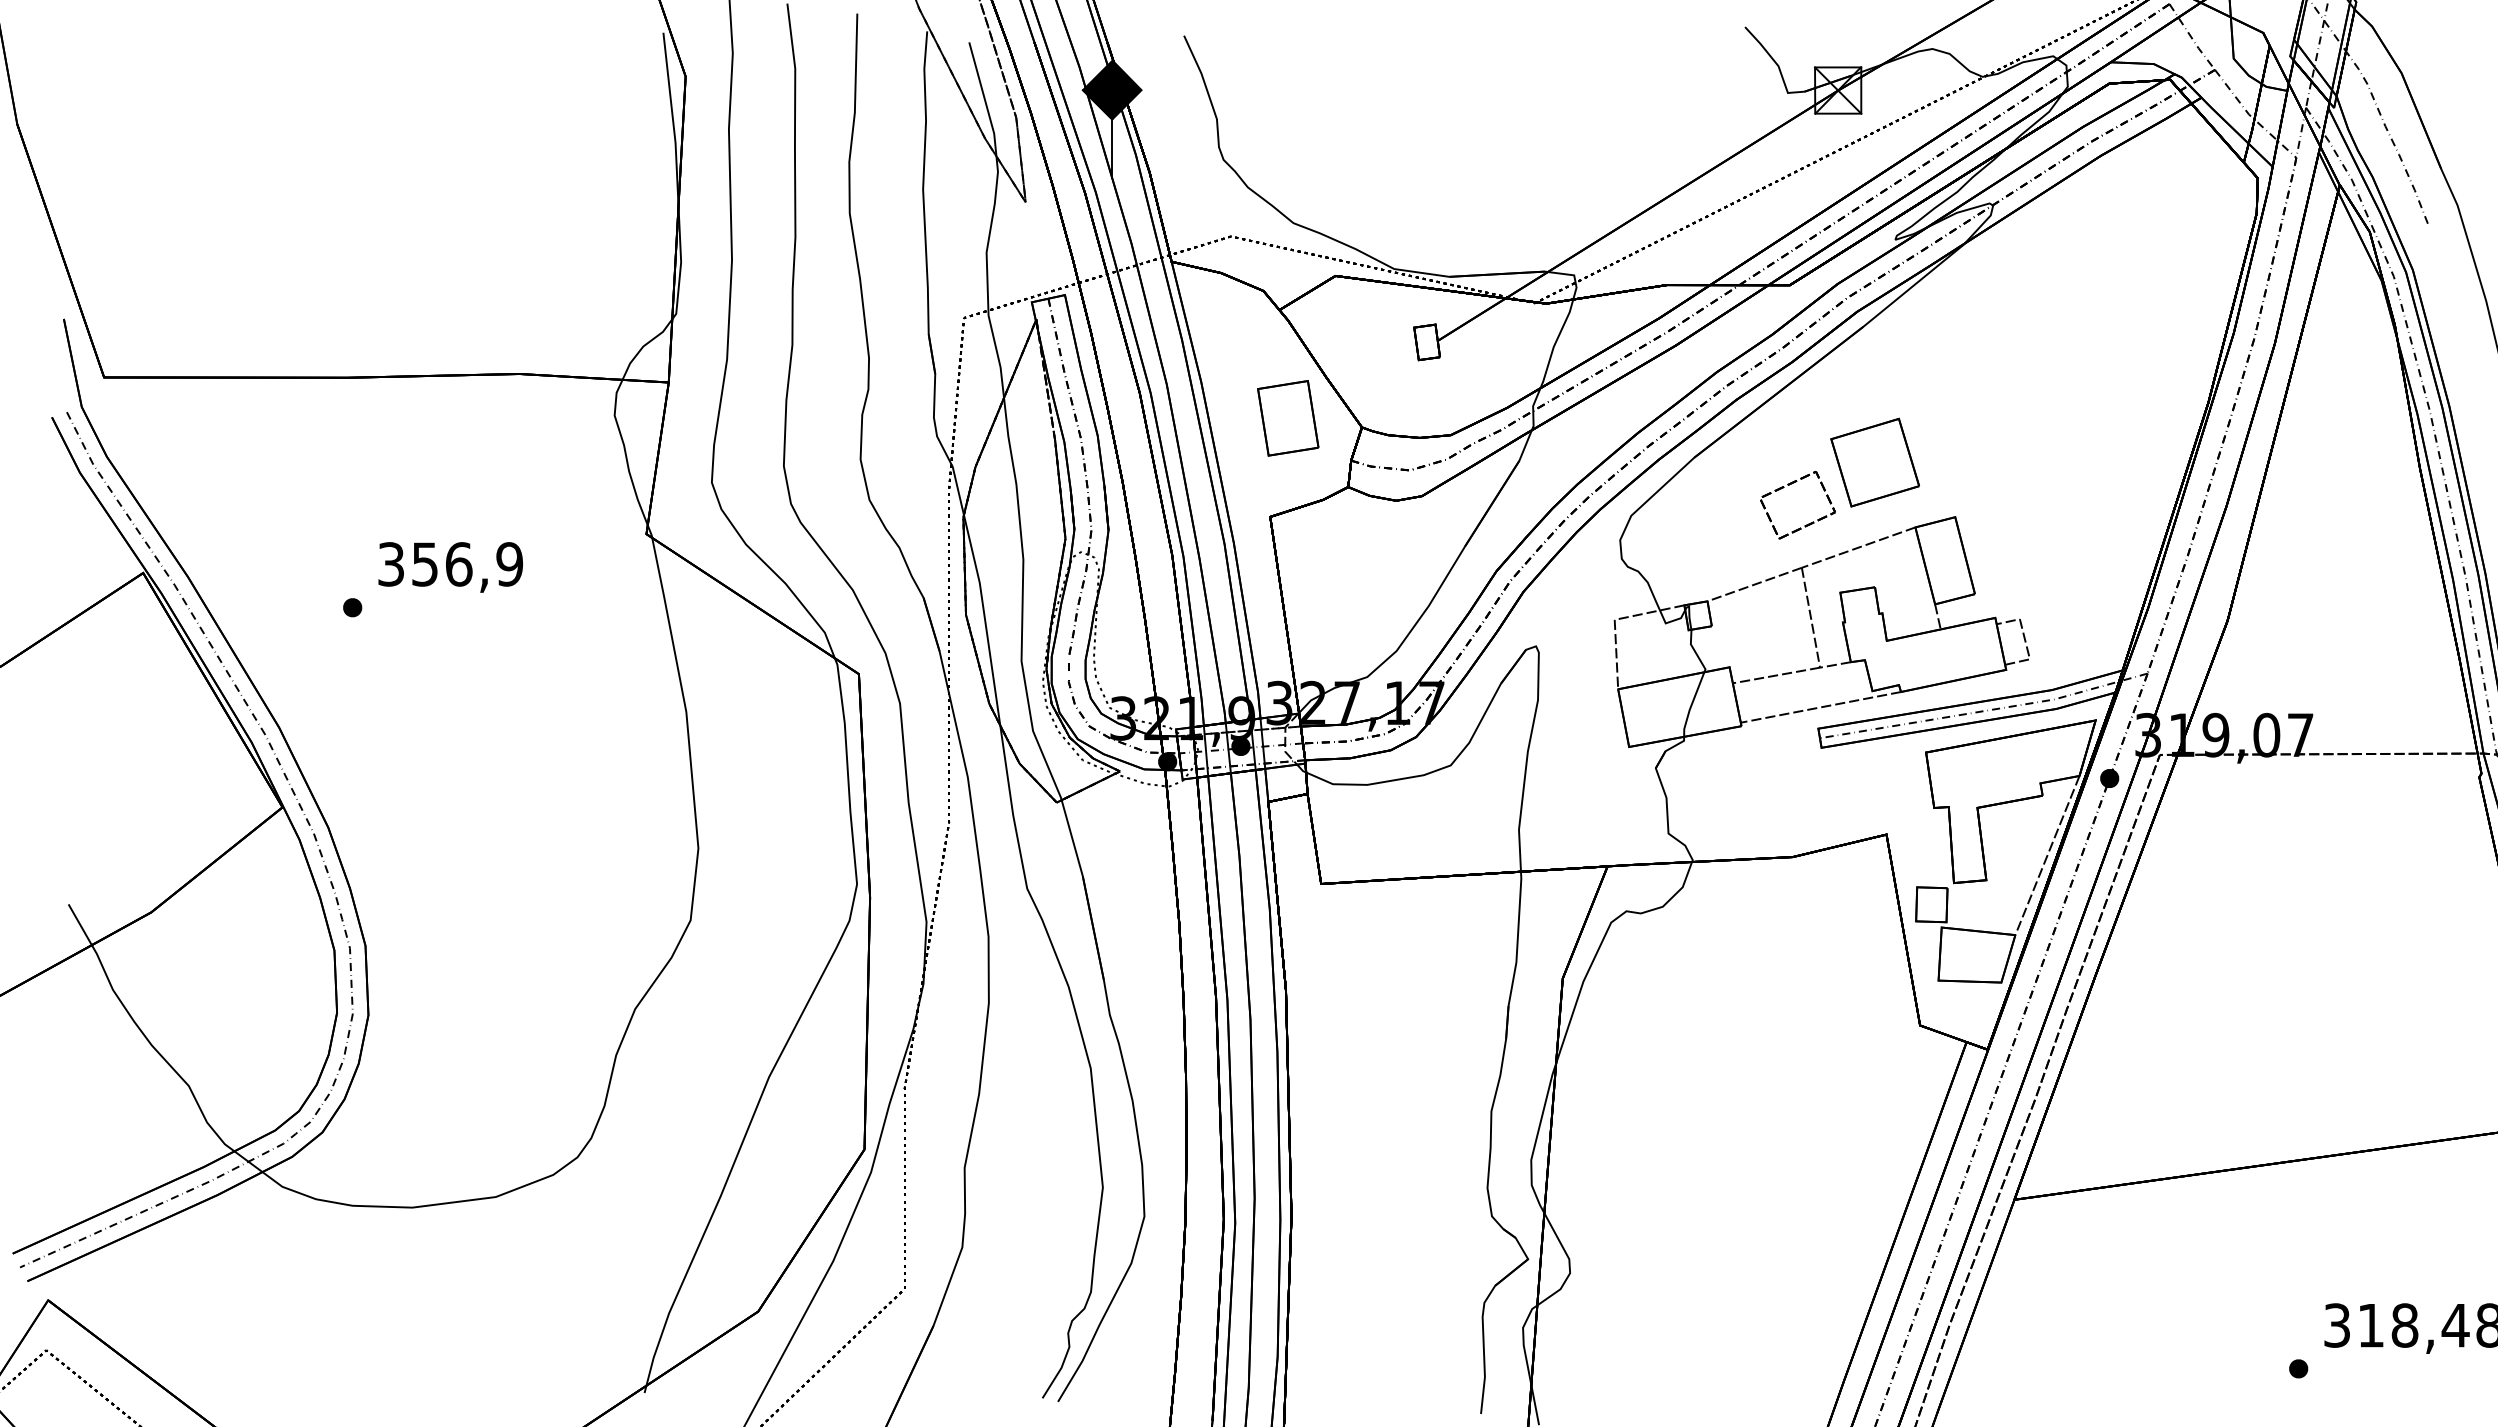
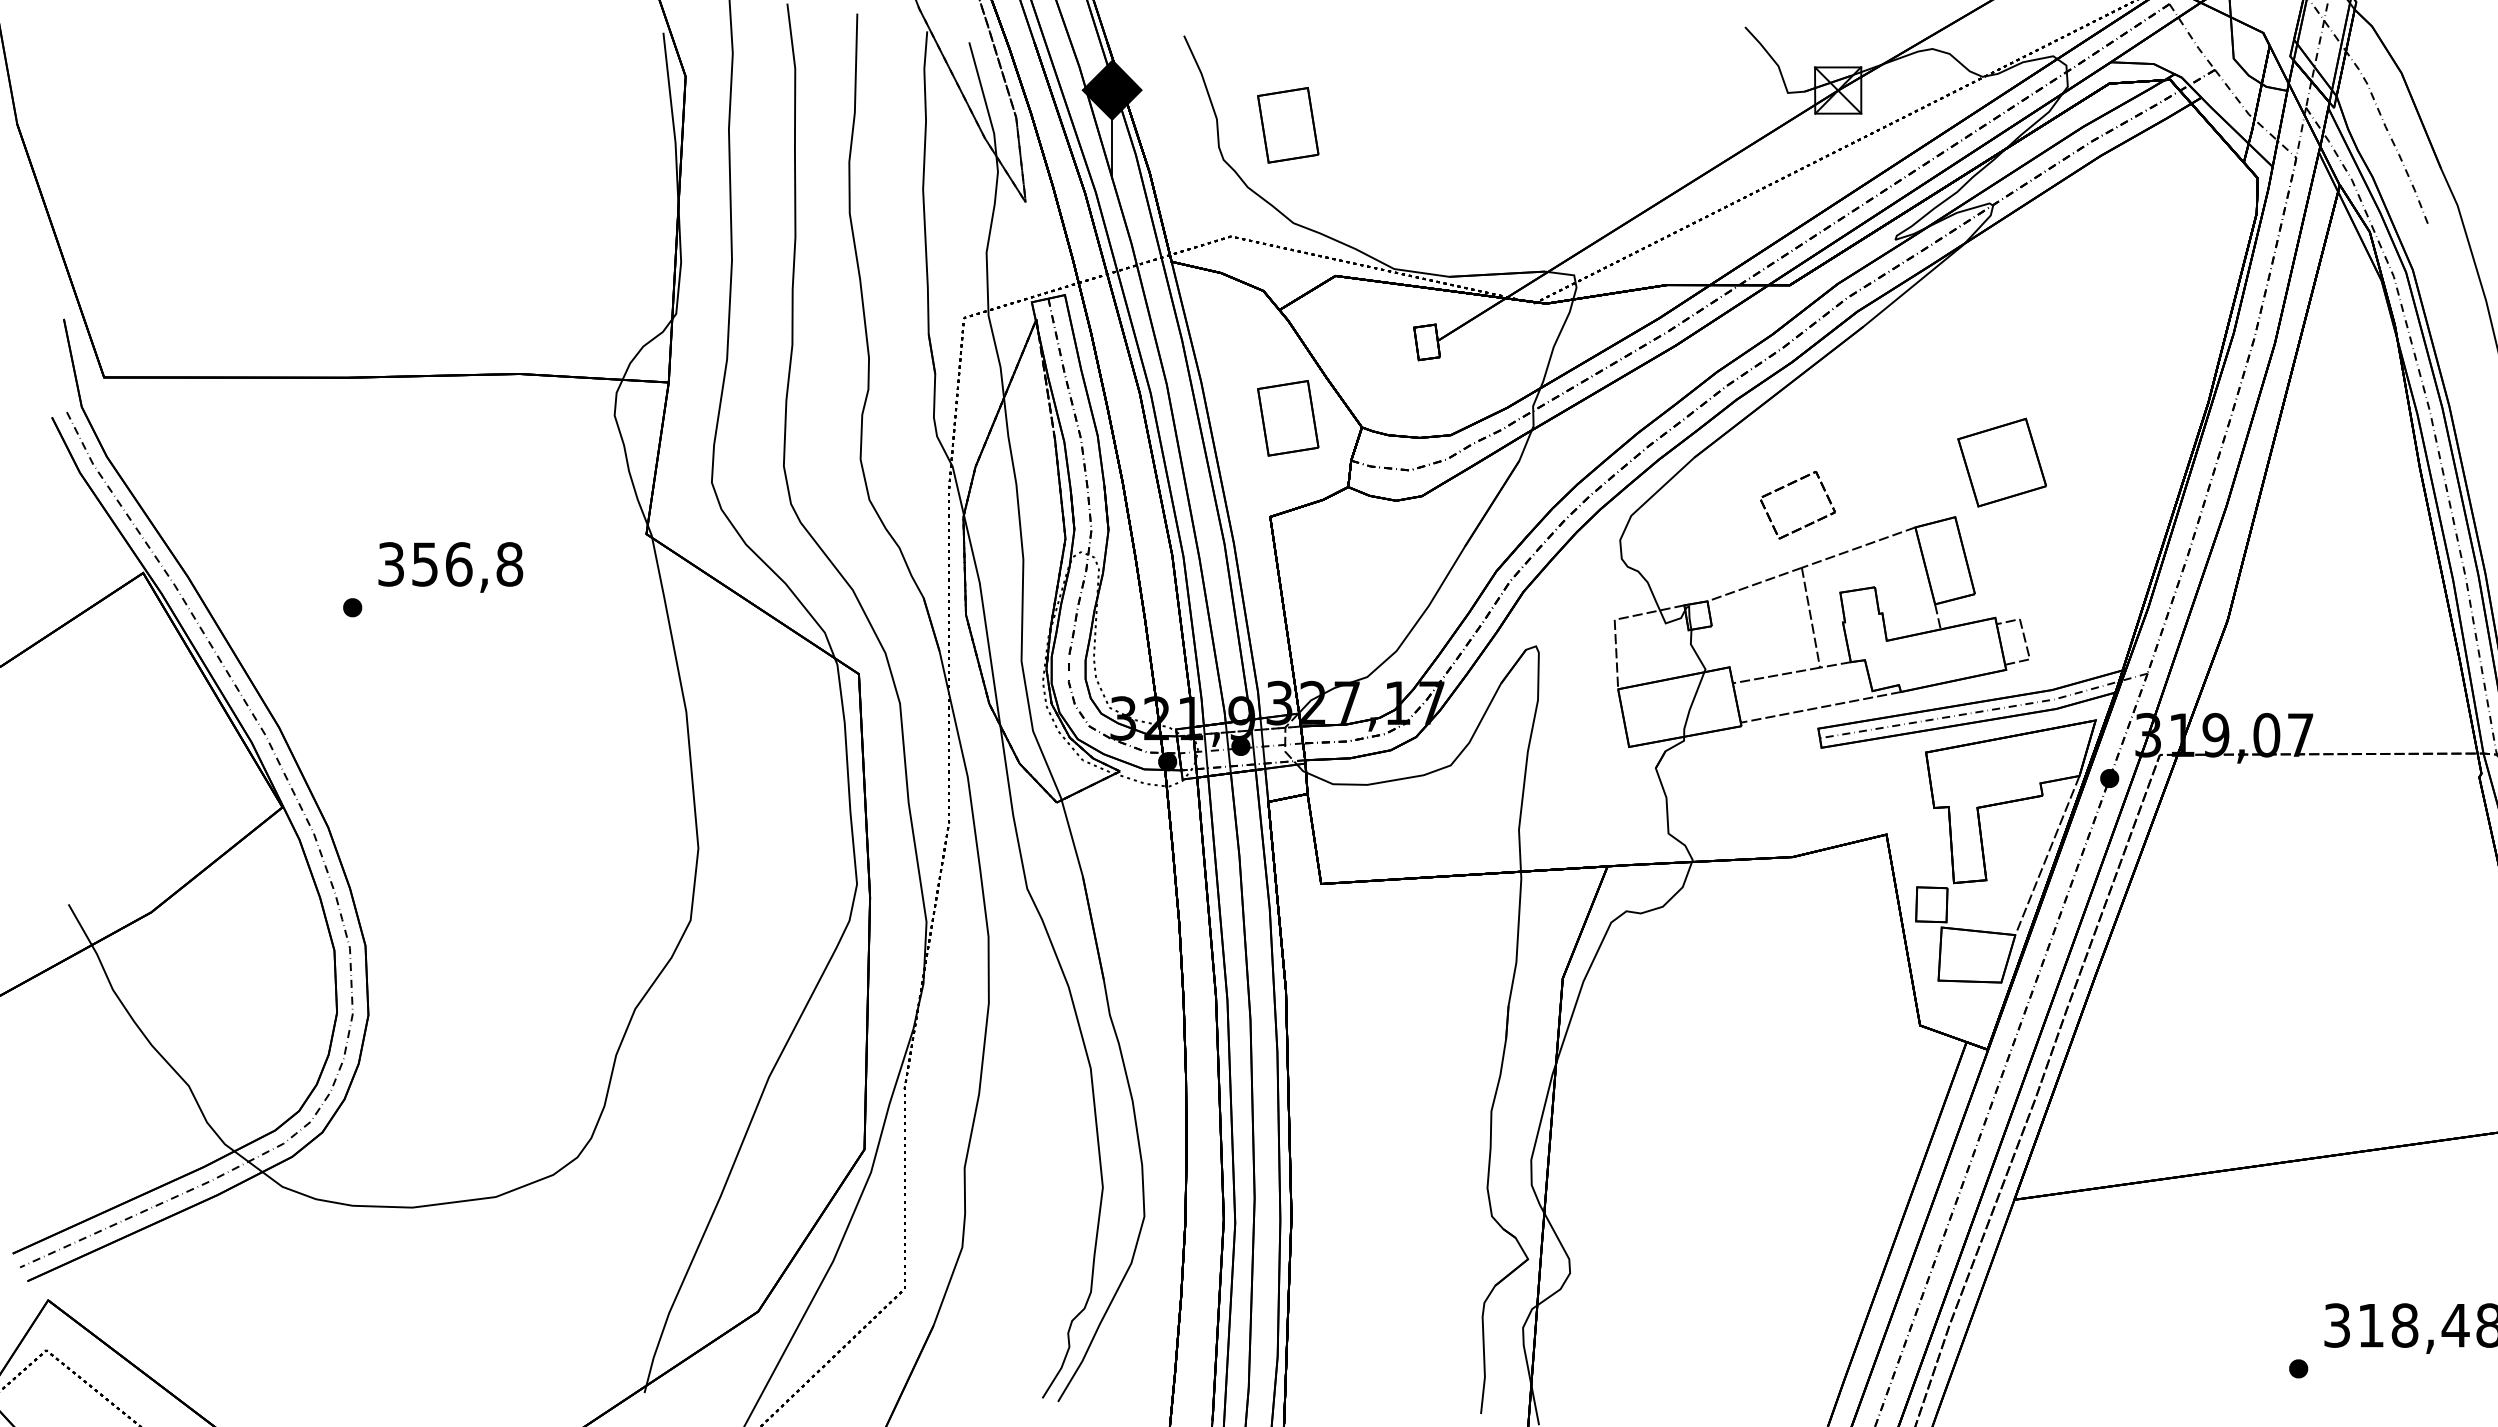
part at (1288, 125): none -> present
part at (1874, 462) position: (1874, 462) -> (2001, 462)
text at (509, 564): 356,9 -> 356,8
